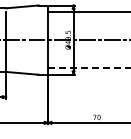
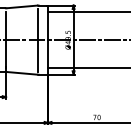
line at (38, 40): none -> present
line at (90, 68): dashed -> solid
